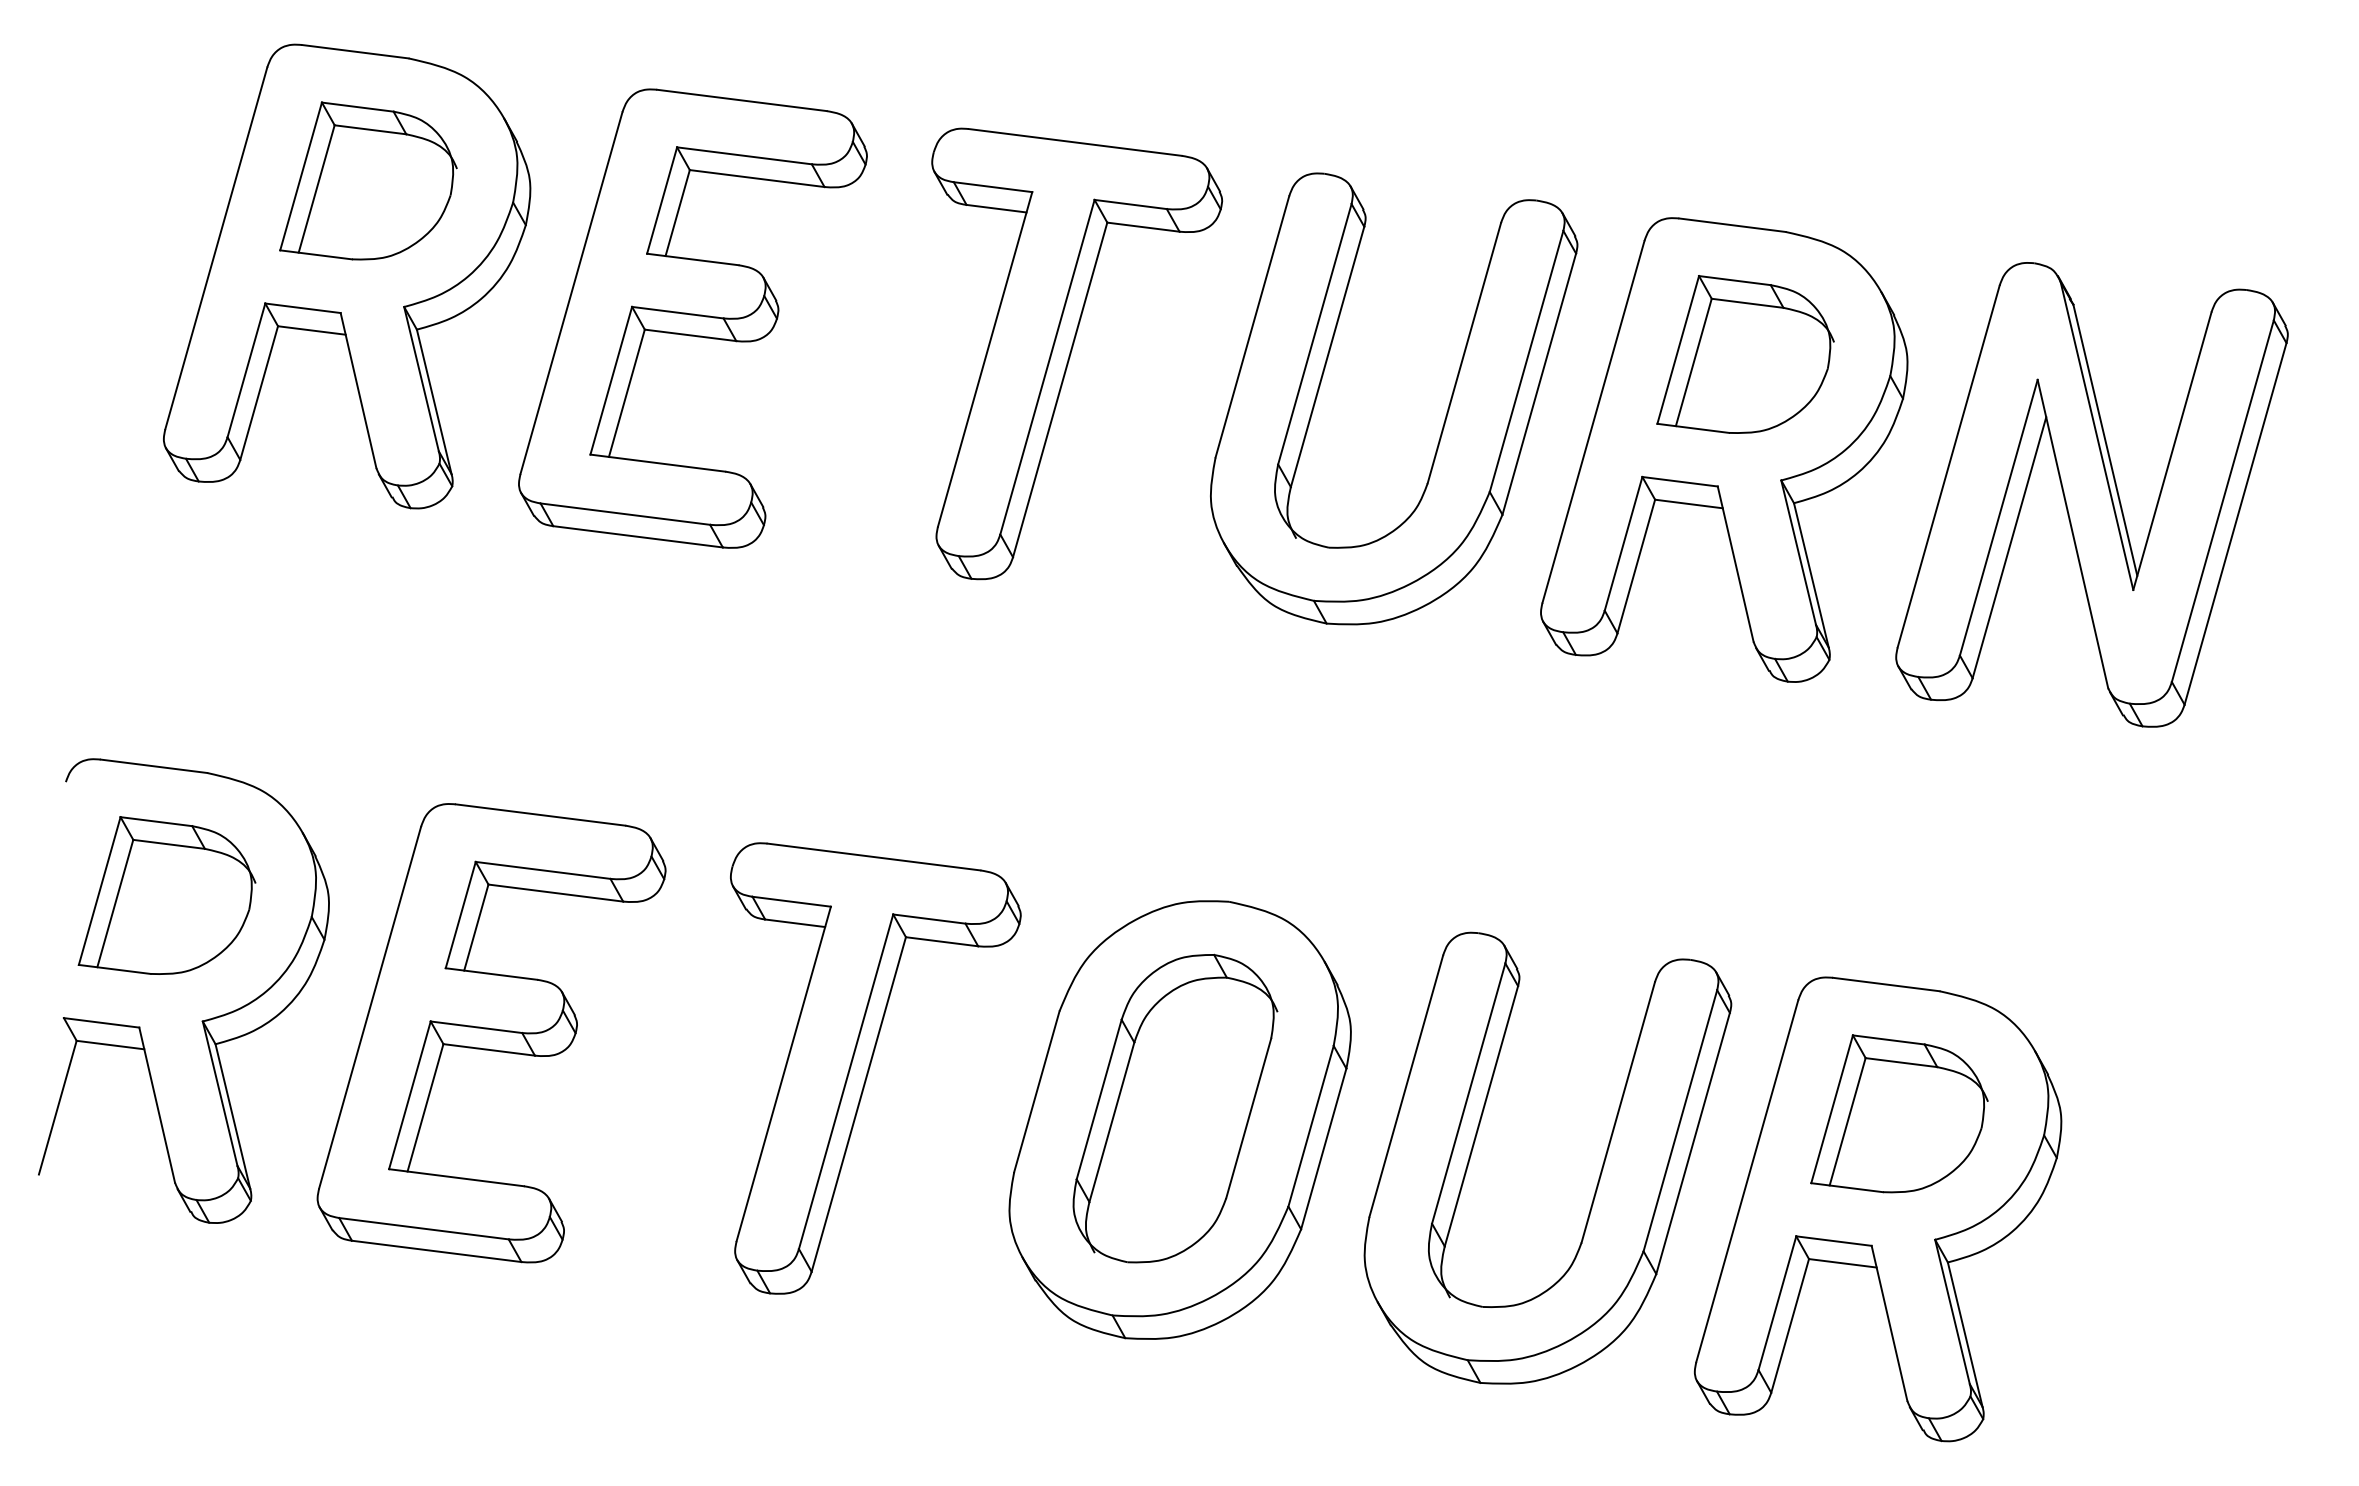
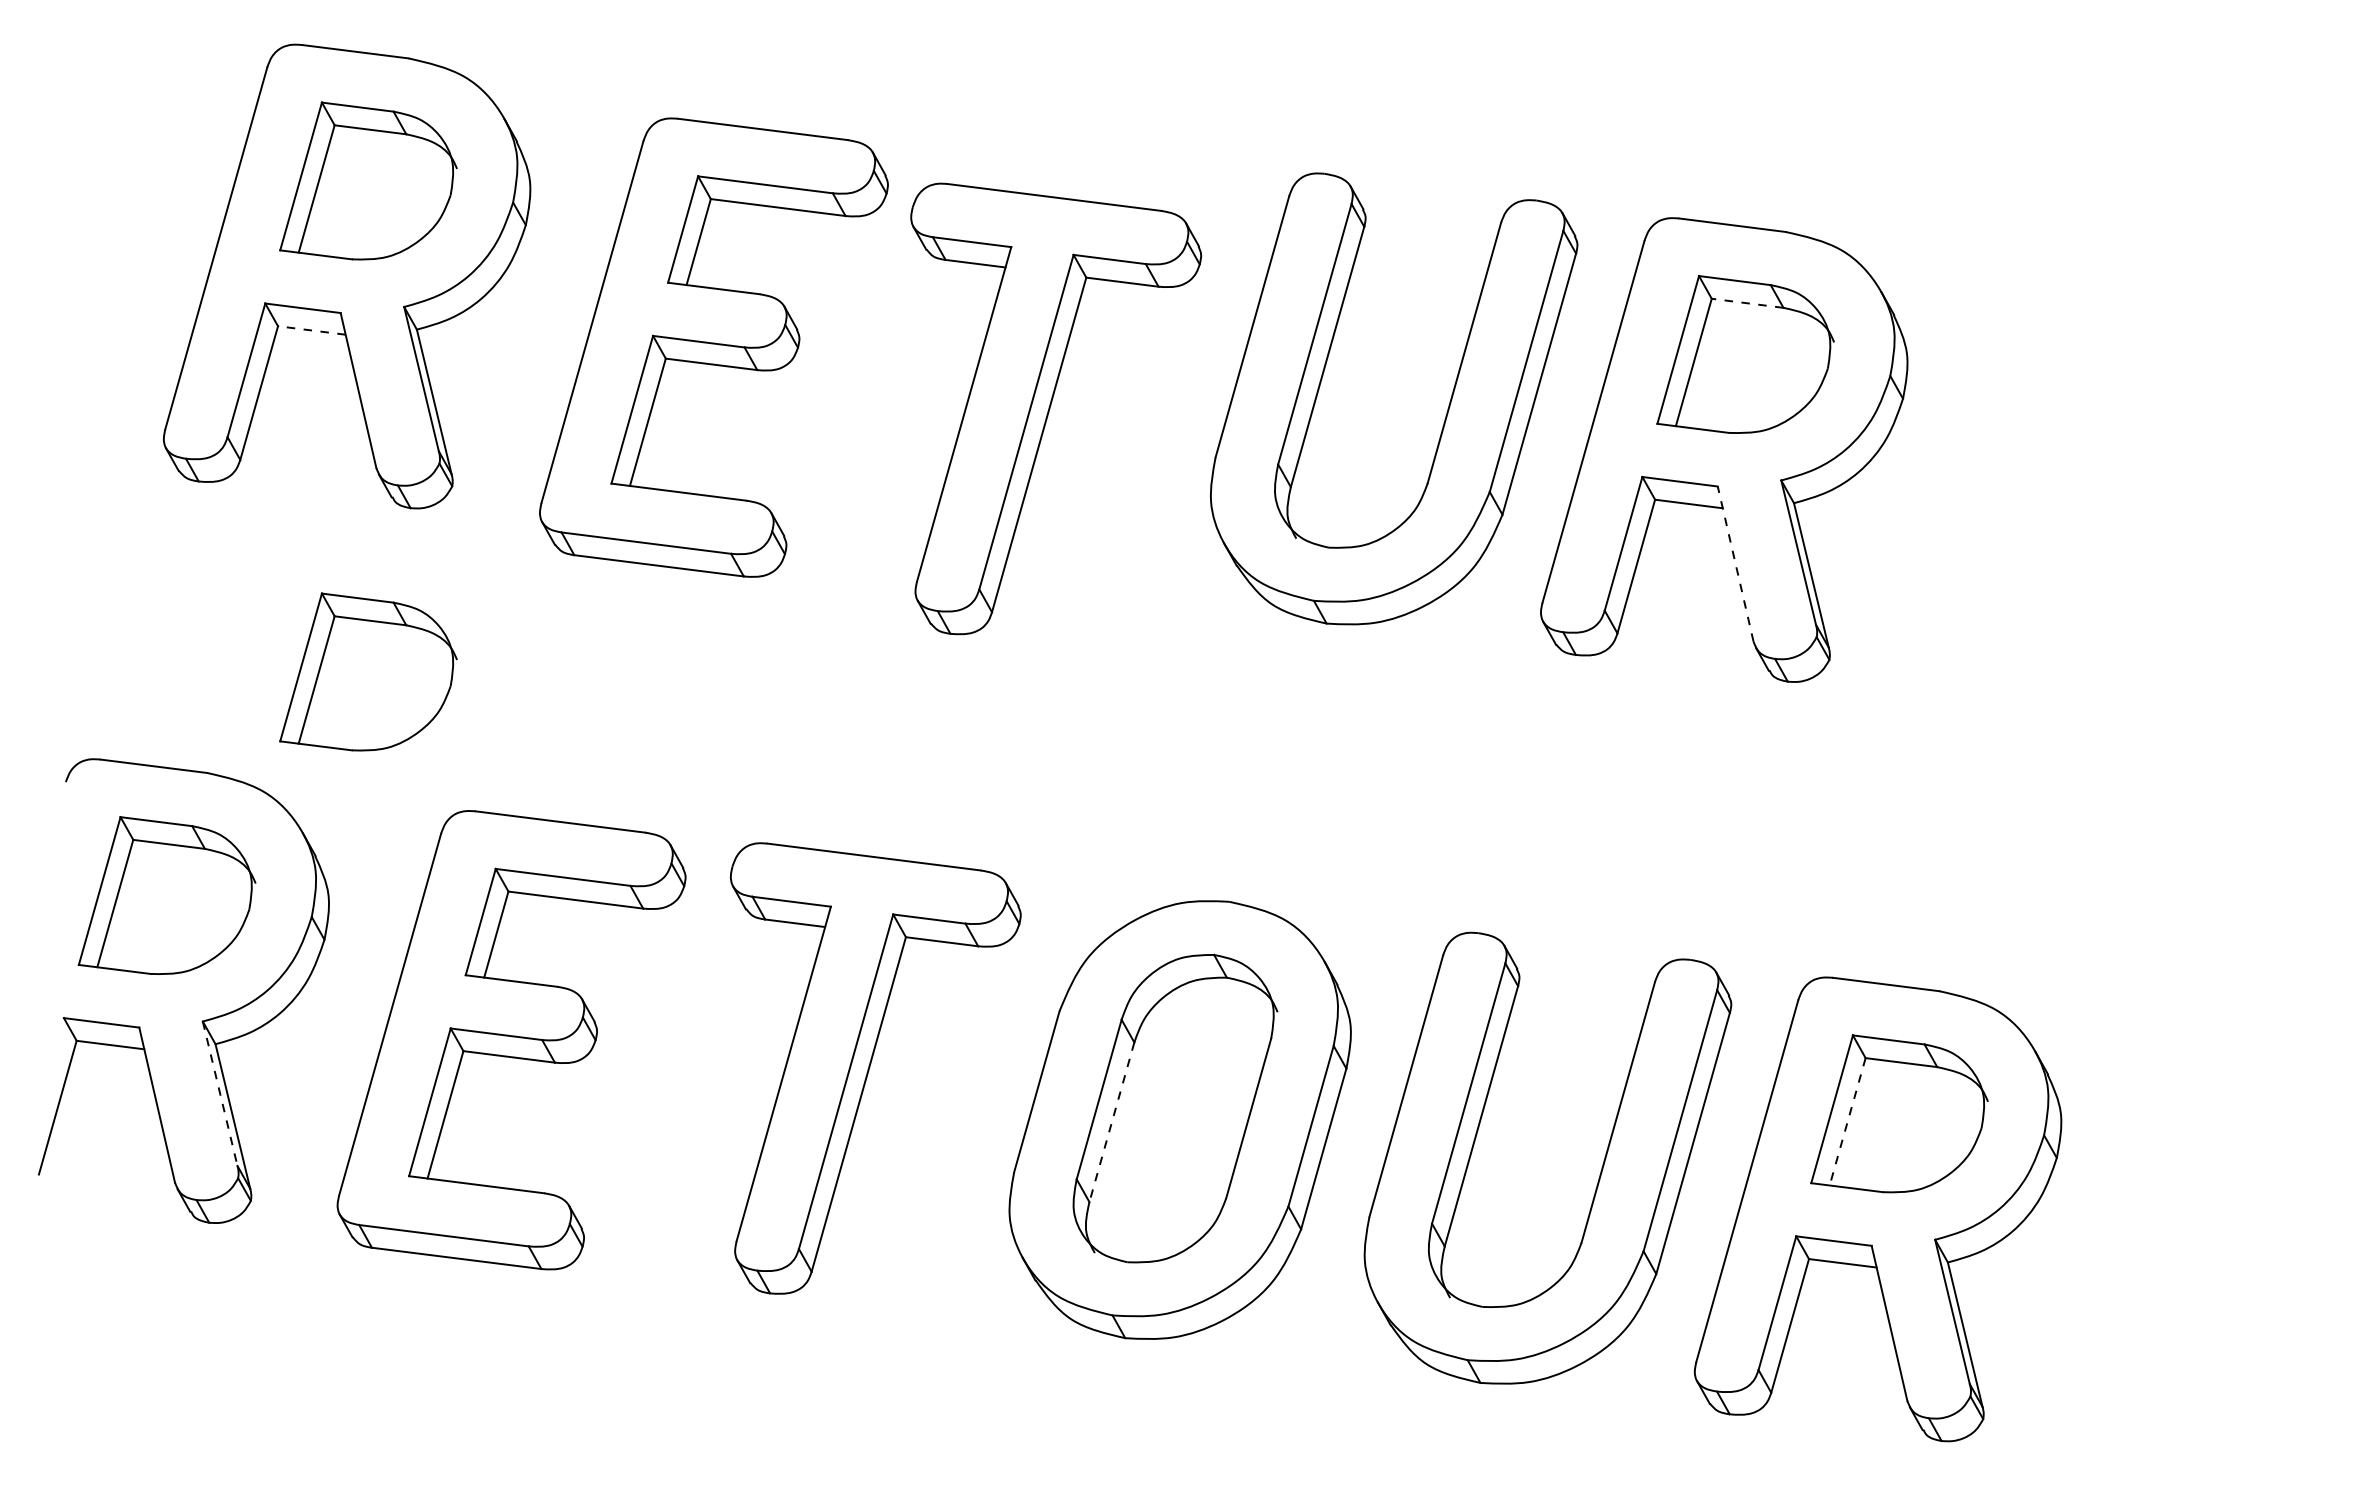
line at (1747, 303): solid -> dashed
part at (692, 318) position: (692, 318) -> (713, 347)
line at (311, 330): solid -> dashed
part at (1077, 353) position: (1077, 353) -> (1056, 408)
part at (2091, 494): present -> none
line at (1735, 564): solid -> dashed
part at (368, 671): none -> present
part at (491, 1033) position: (491, 1033) -> (511, 1040)
line at (220, 1094): solid -> dashed
line at (1111, 1122): solid -> dashed
line at (1847, 1122): solid -> dashed
